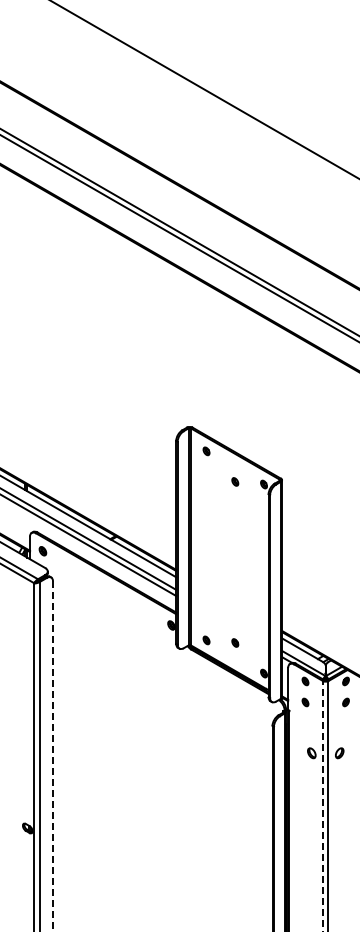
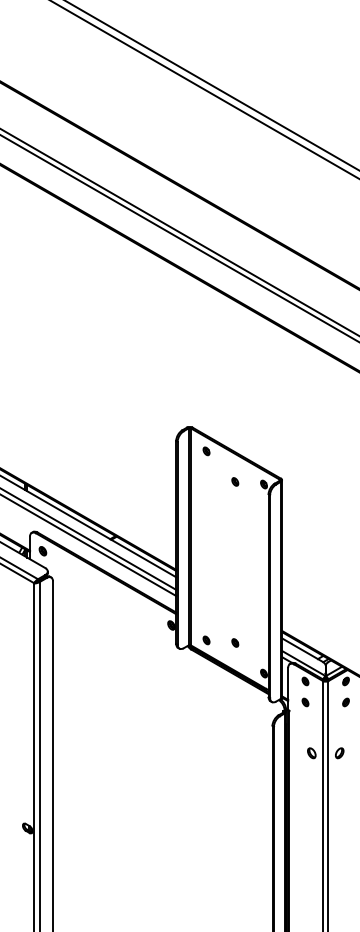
line at (211, 85): none -> present
line at (53, 757): dashed -> solid
line at (323, 805): dashed -> solid
